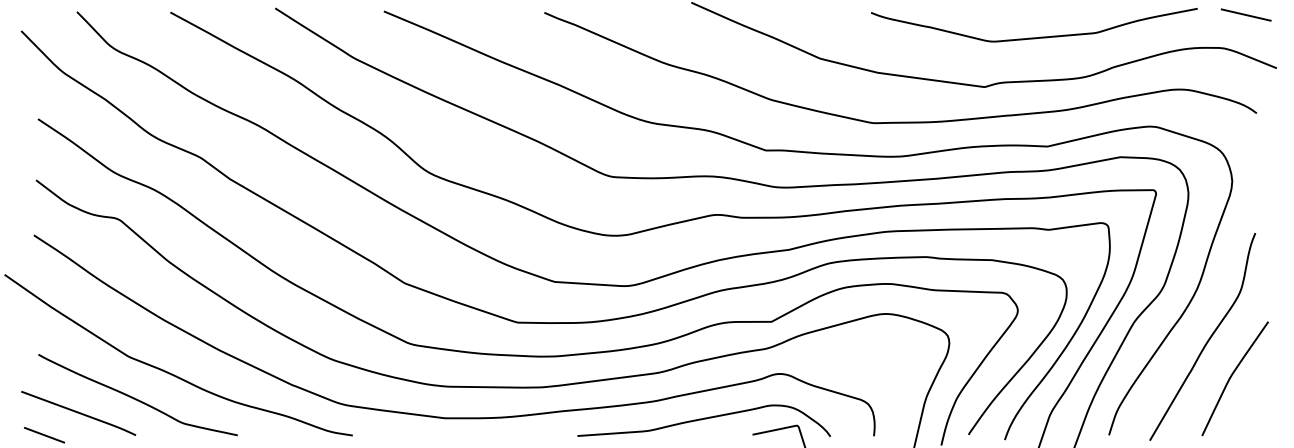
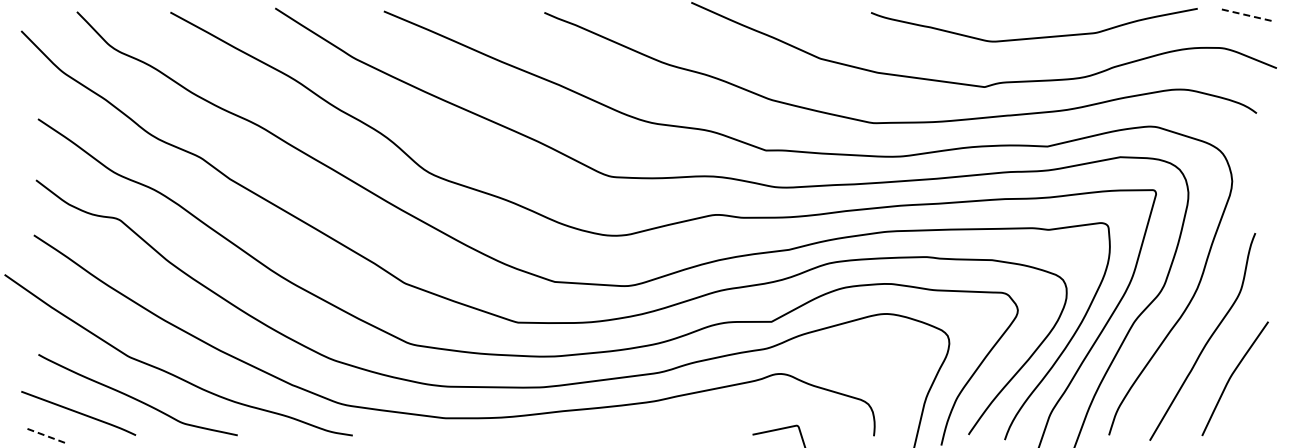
line at (1245, 14): solid -> dashed
curve at (703, 419): present -> none
line at (44, 435): solid -> dashed
